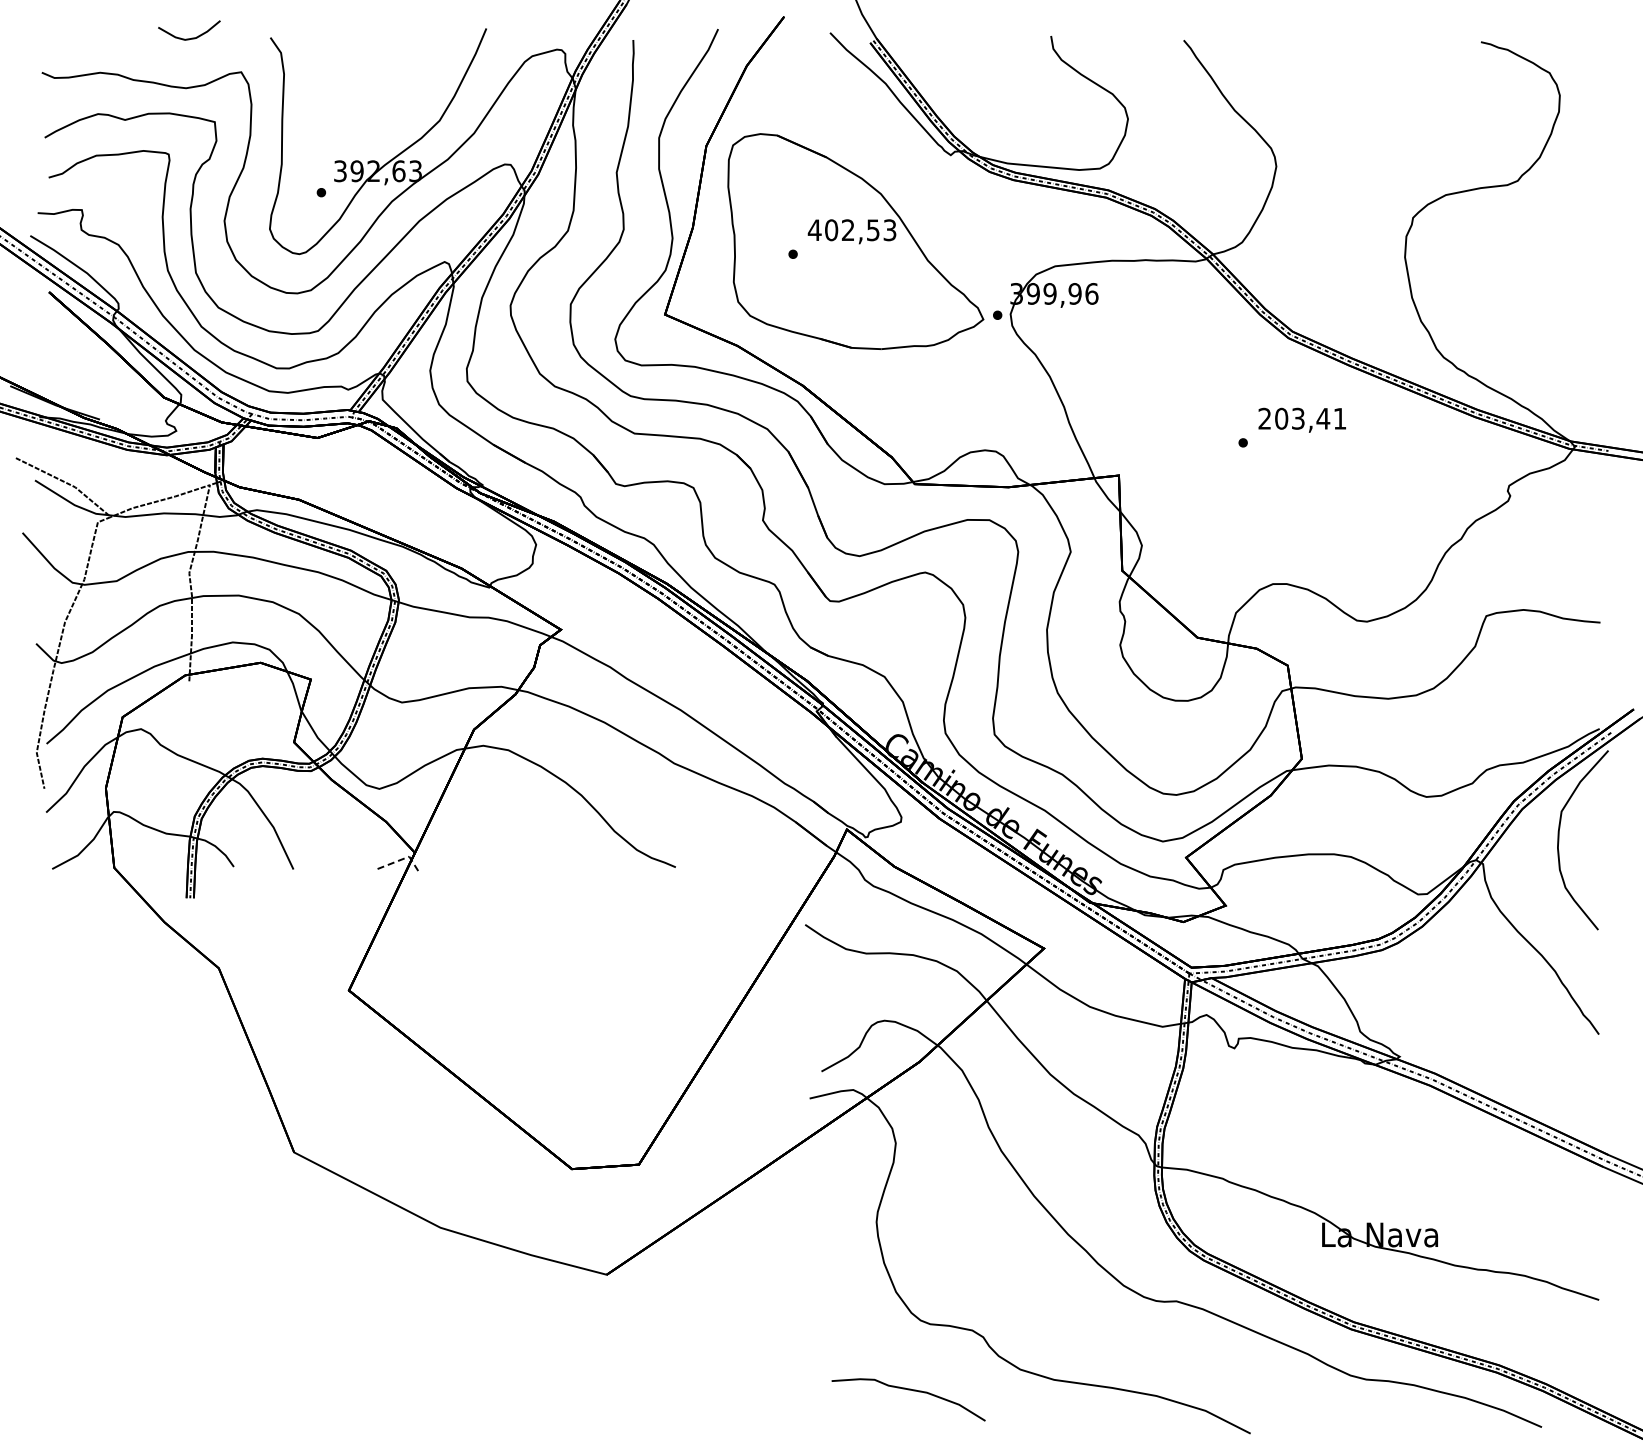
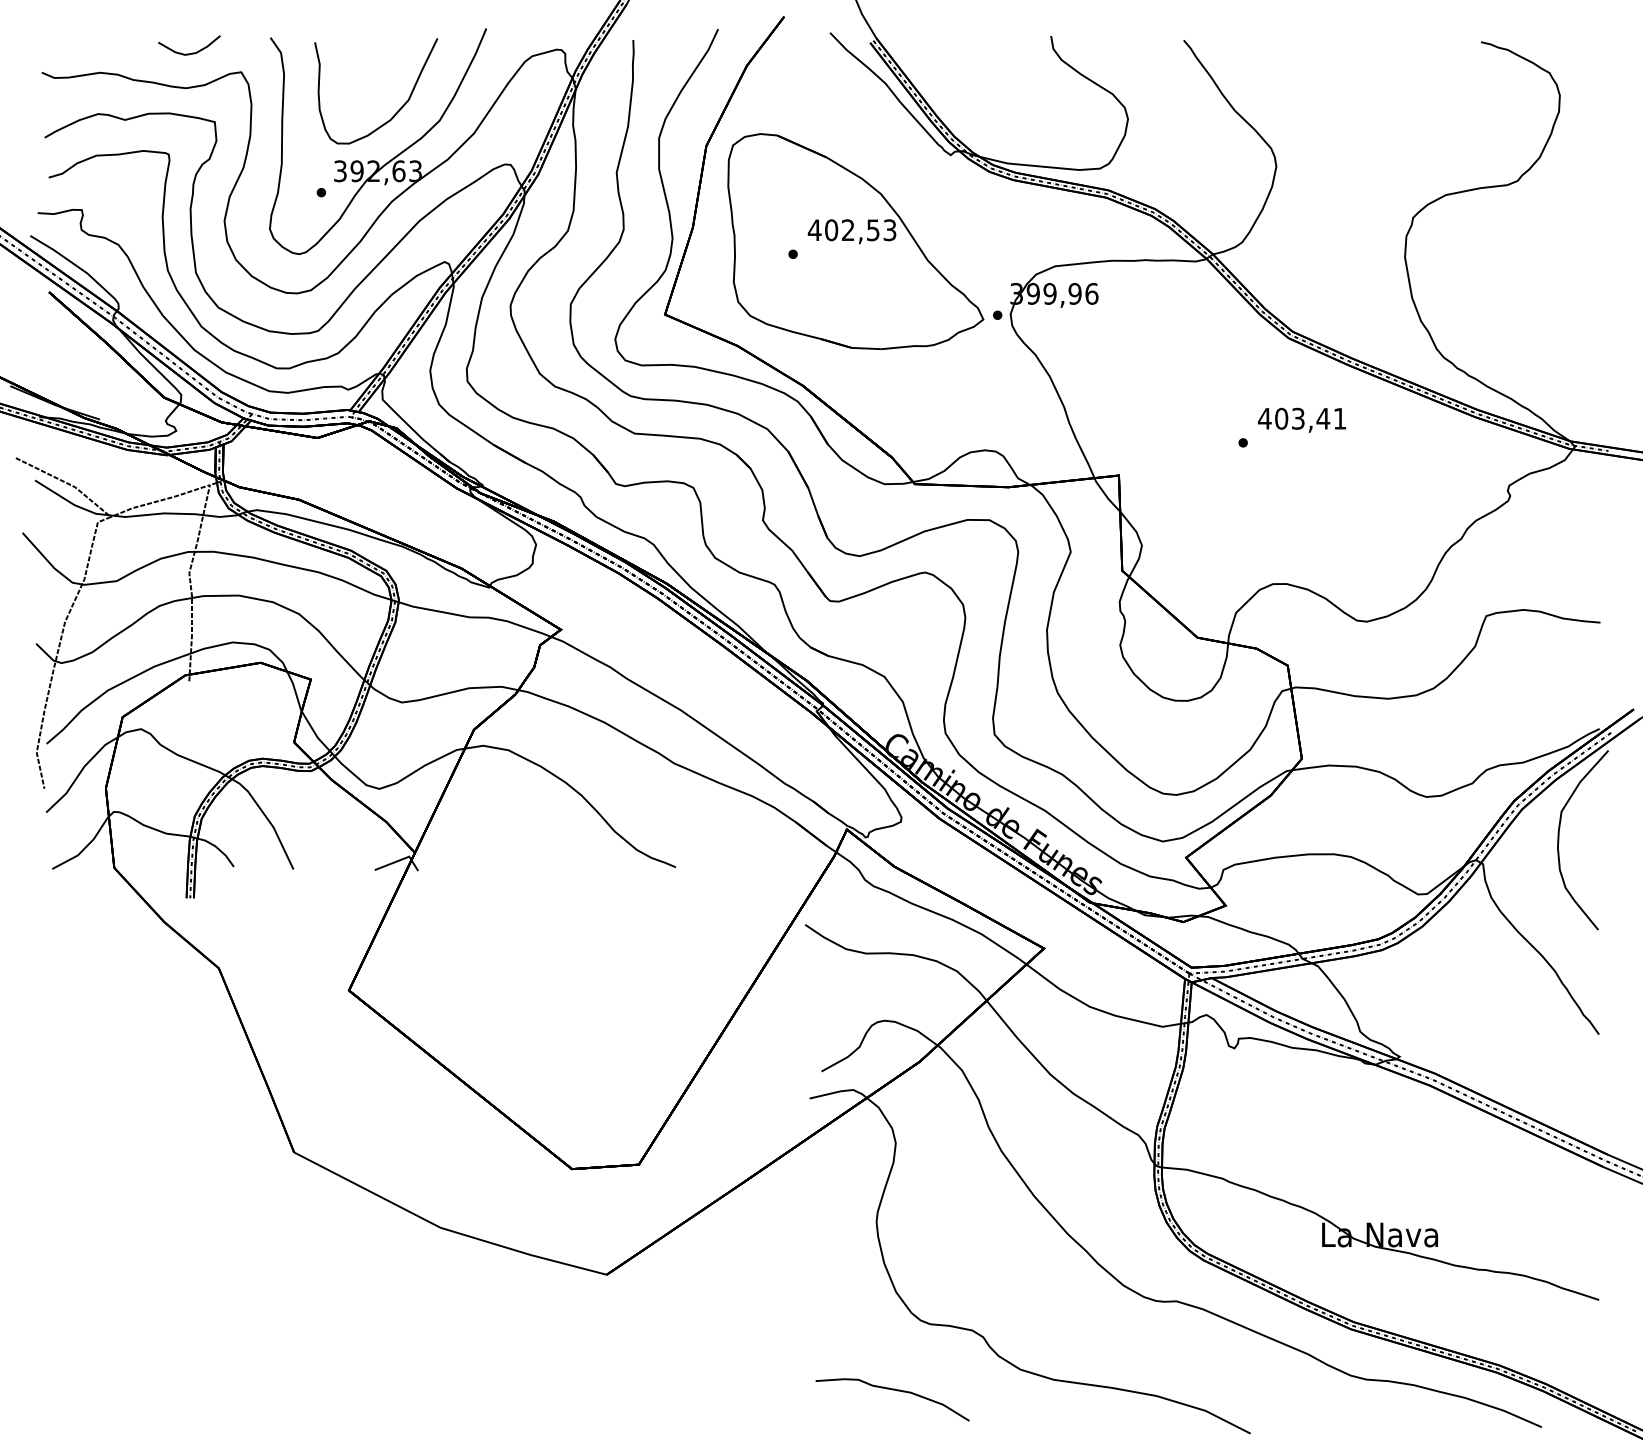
curve at (191, 37) position: (191, 37) -> (191, 52)
curve at (397, 110): none -> present
text at (1264, 418): 203,41 -> 403,41
line at (400, 860): dashed -> solid
curve at (908, 1390) position: (908, 1390) -> (892, 1390)
